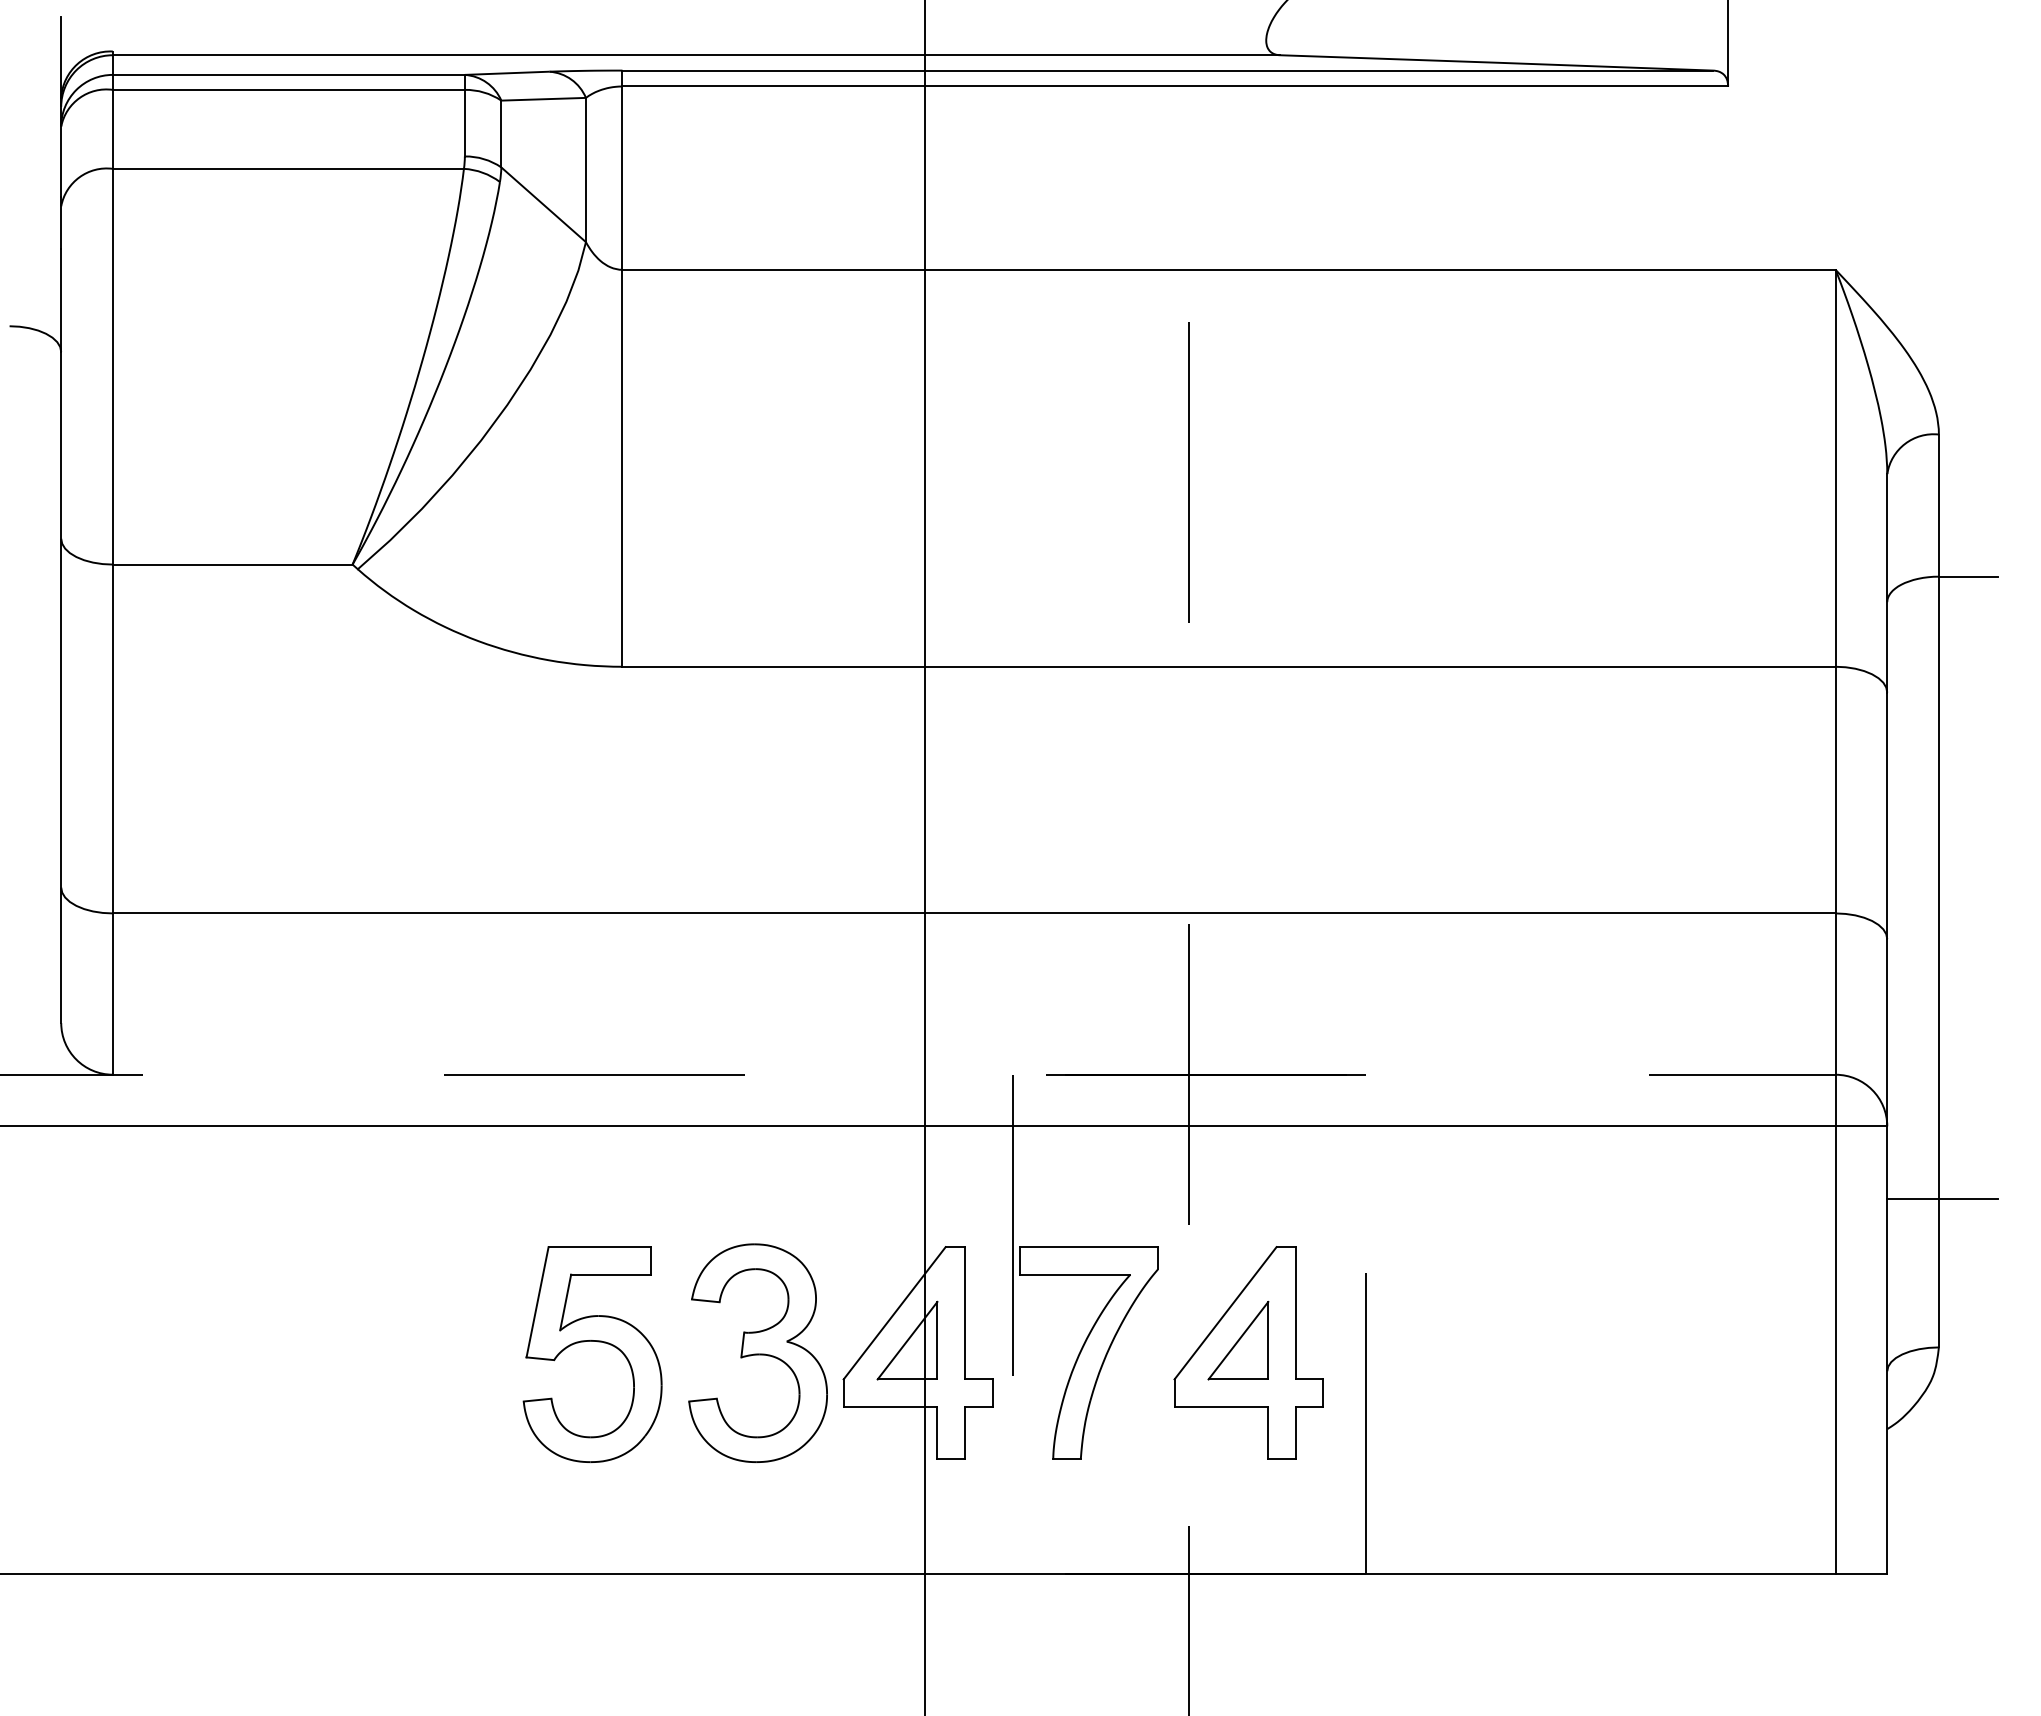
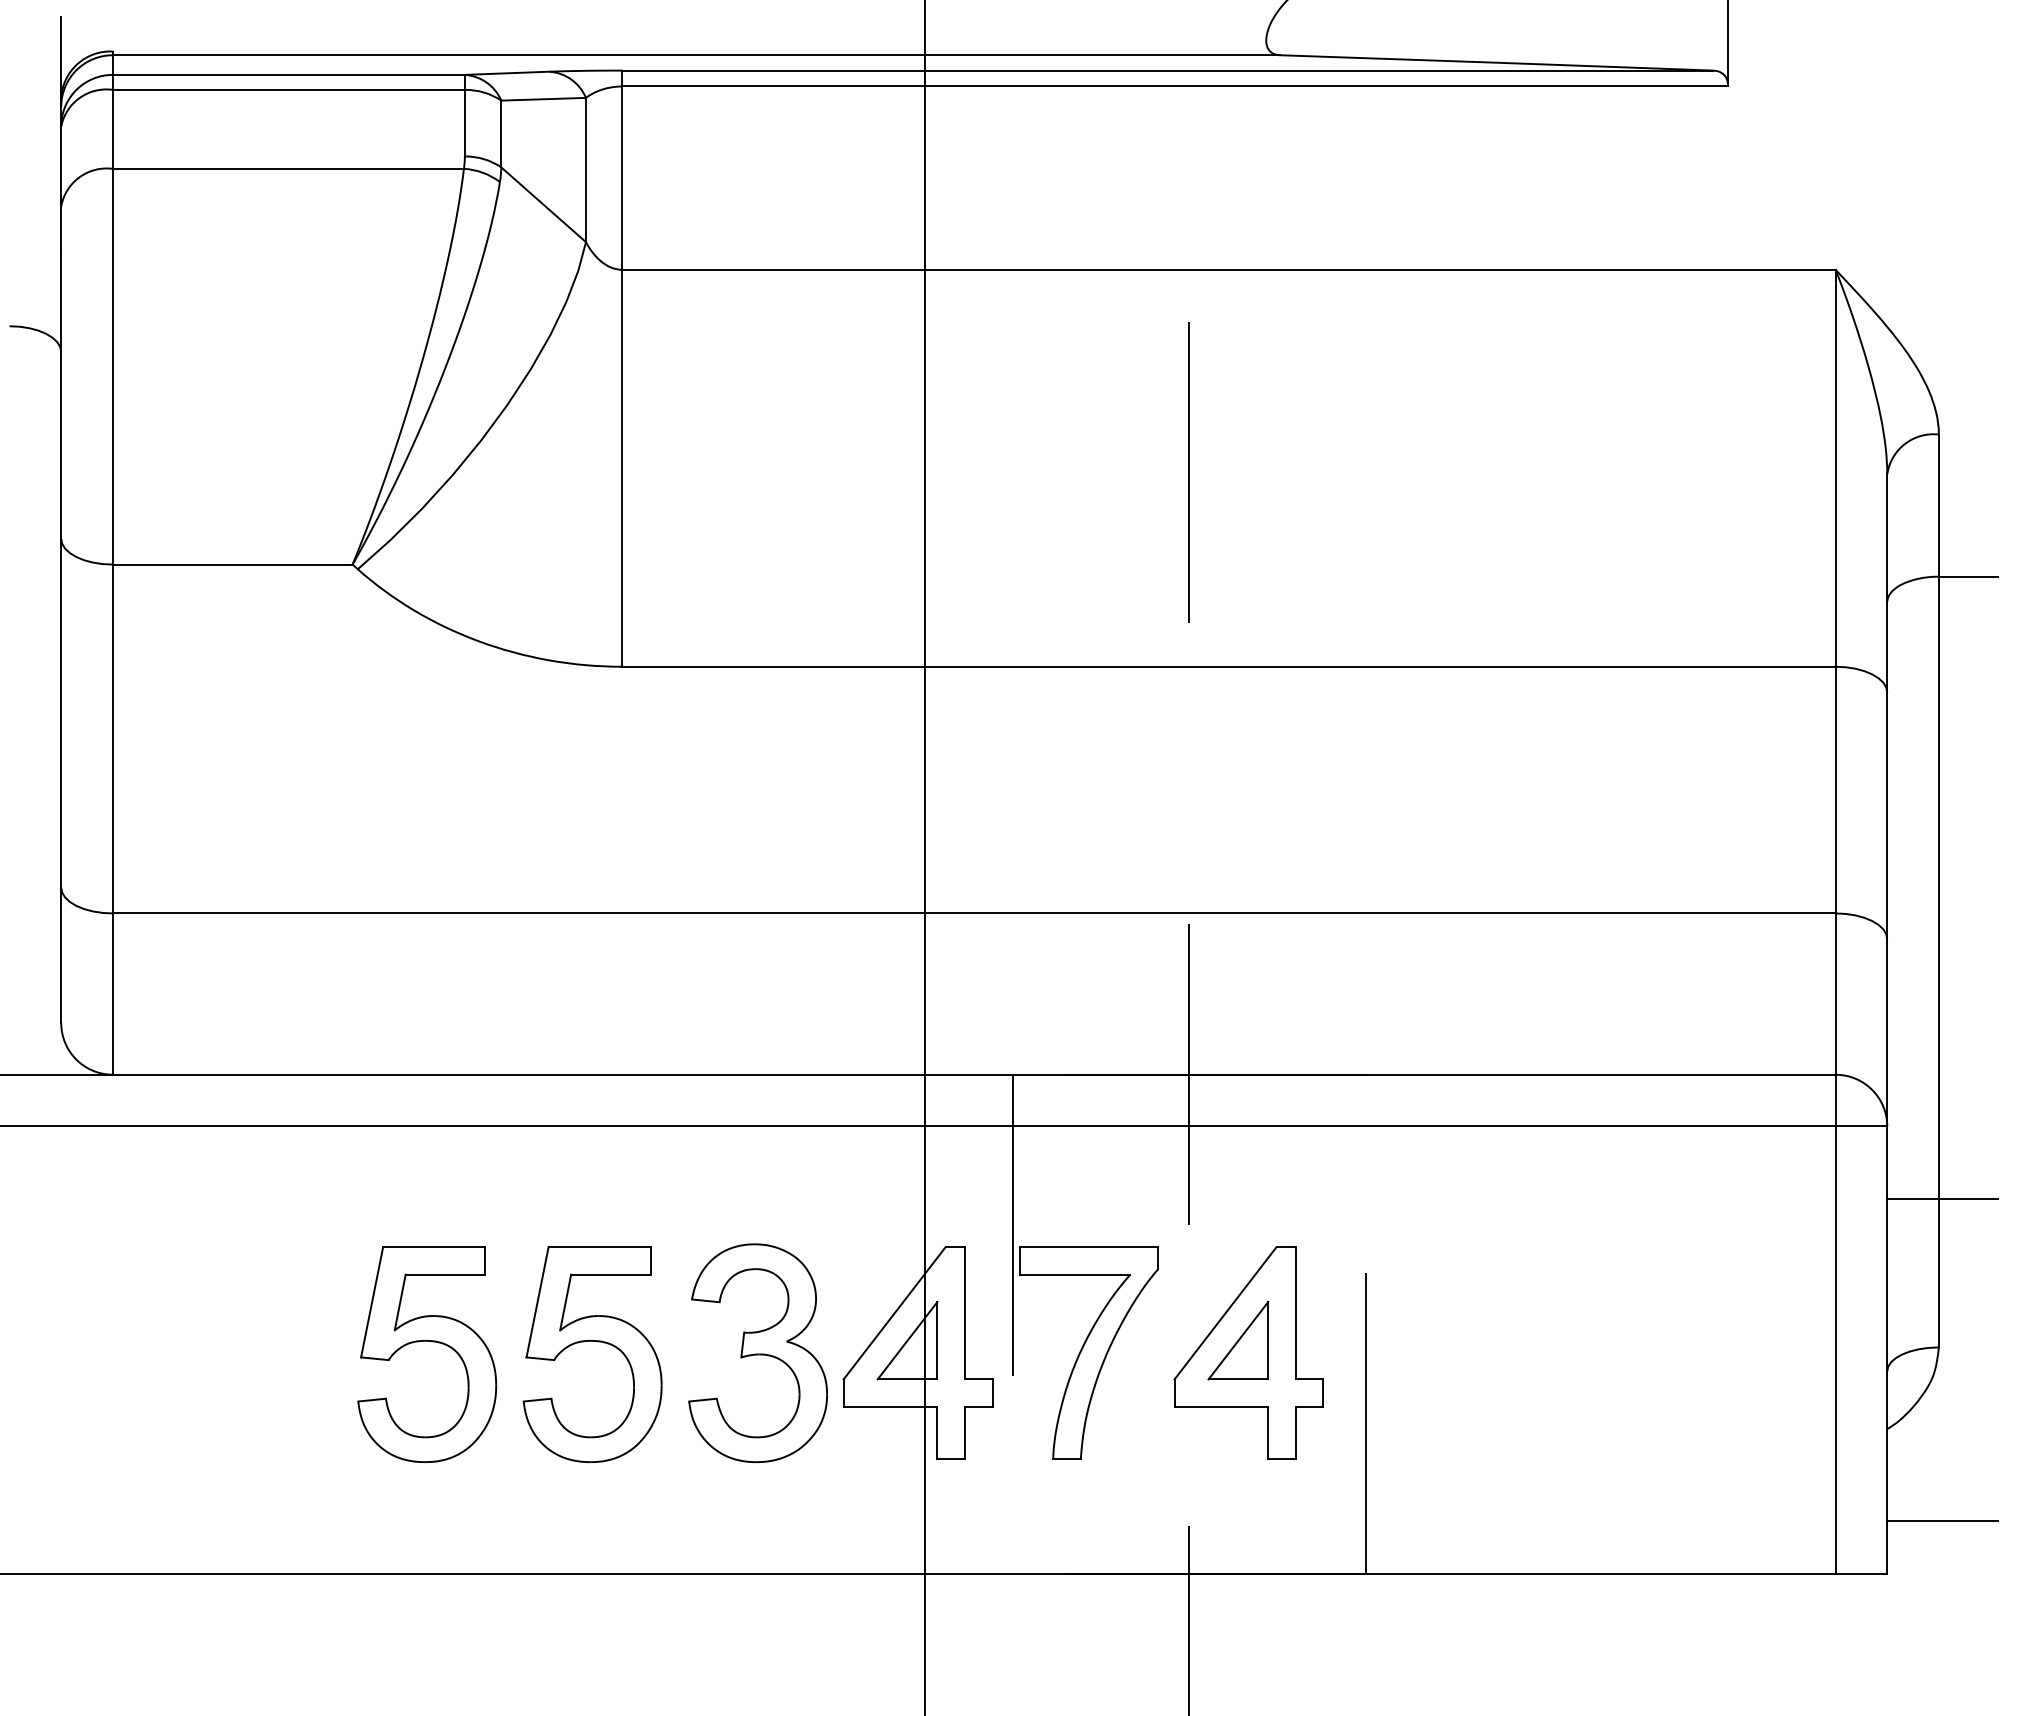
line at (918, 1074): dashed -> solid
part at (427, 1341): none -> present
line at (1942, 1521): none -> present
